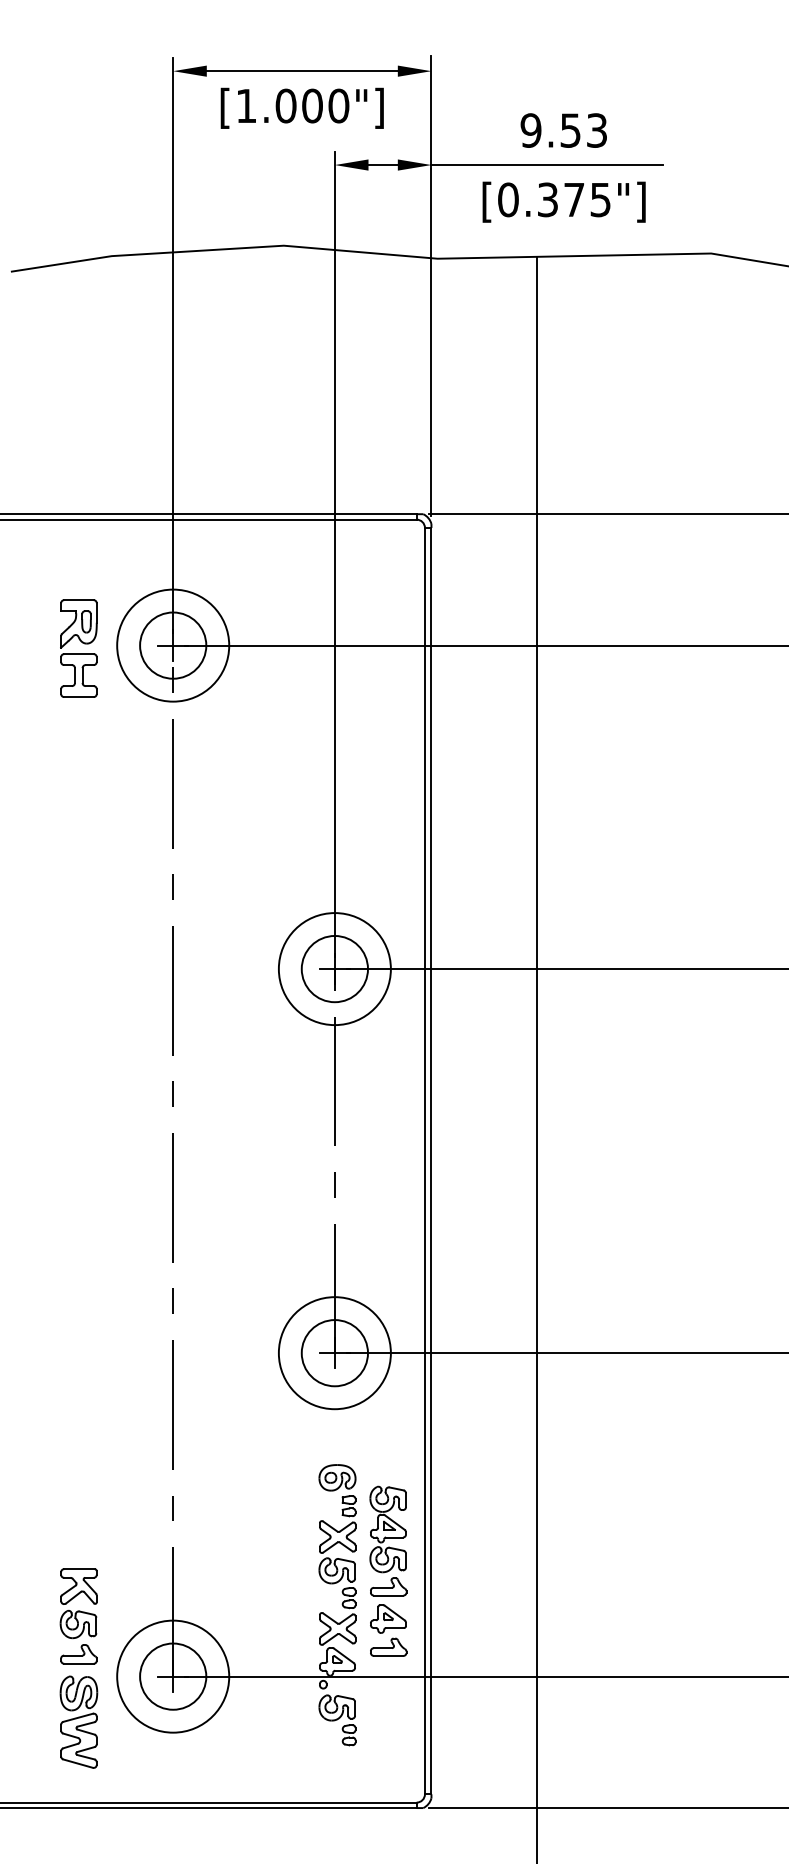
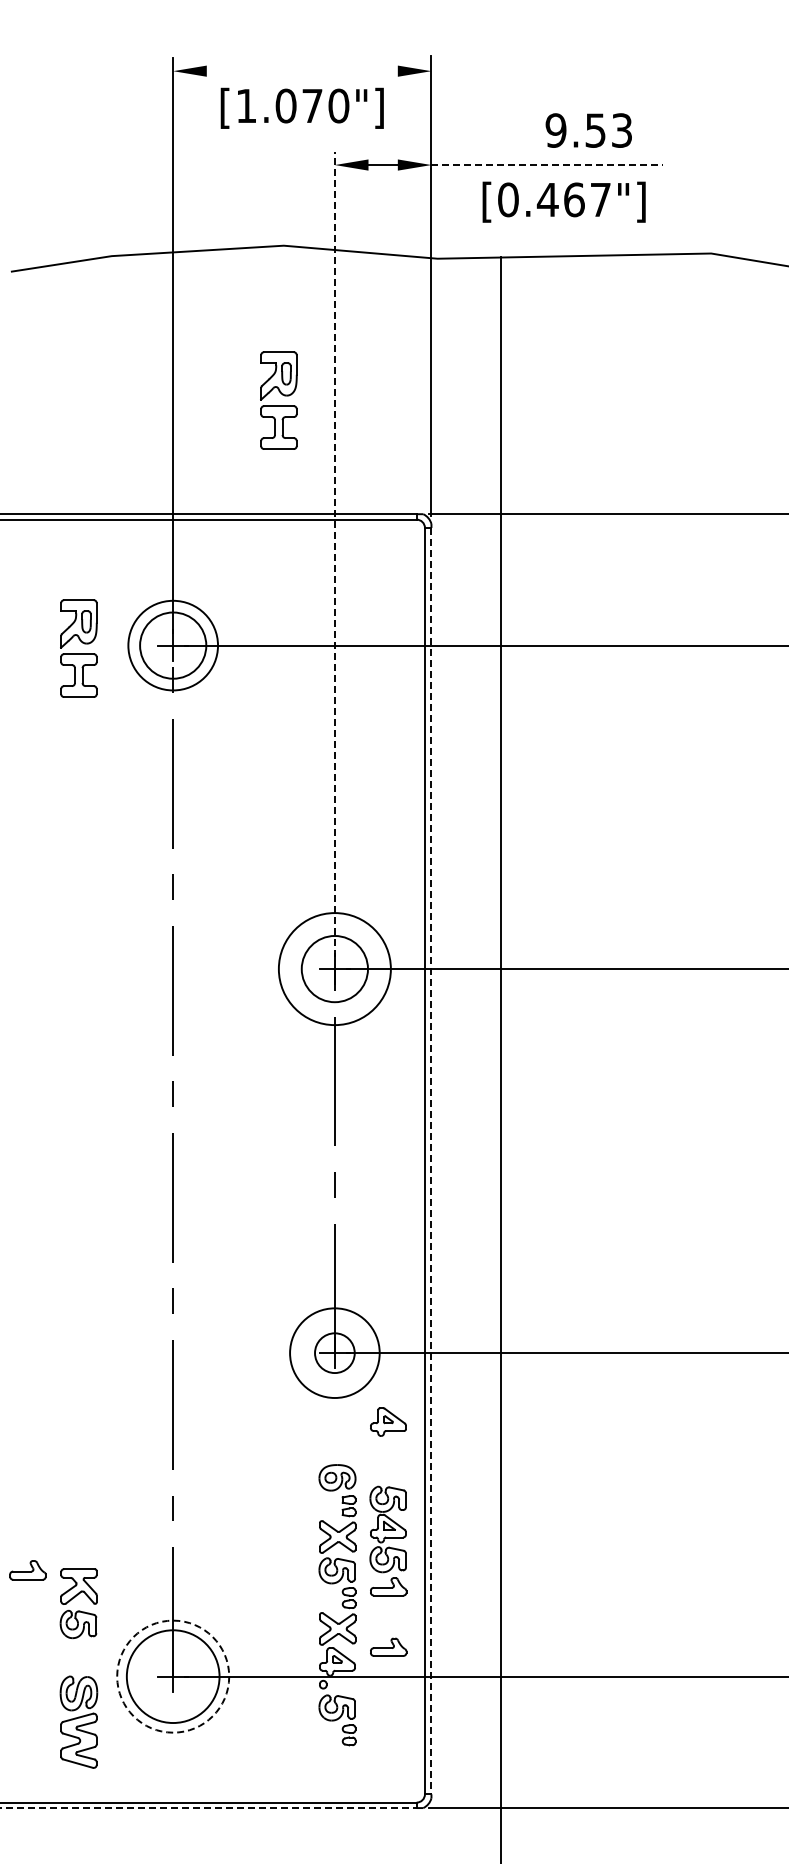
line at (301, 71): present -> none
text at (312, 105): [1.000"] -> [1.070"]
text at (563, 130) position: (563, 130) -> (588, 130)
line at (547, 165): solid -> dashed
text at (573, 199): [0.375"] -> [0.467"]
part at (278, 400): none -> present
line at (334, 553): solid -> dashed
circle at (173, 645) diameter: 112 px -> 90 px
line at (536, 1058) position: (536, 1058) -> (500, 1058)
line at (431, 1161): solid -> dashed
circle at (334, 1353) diameter: 112 px -> 90 px
circle at (334, 1353) diameter: 66 px -> 40 px
part at (388, 1618) position: (388, 1618) -> (388, 1421)
part at (78, 1654) position: (78, 1654) -> (27, 1570)
circle at (173, 1676) diameter: 66 px -> 93 px
circle at (173, 1676): solid -> dashed
line at (208, 1808): solid -> dashed
